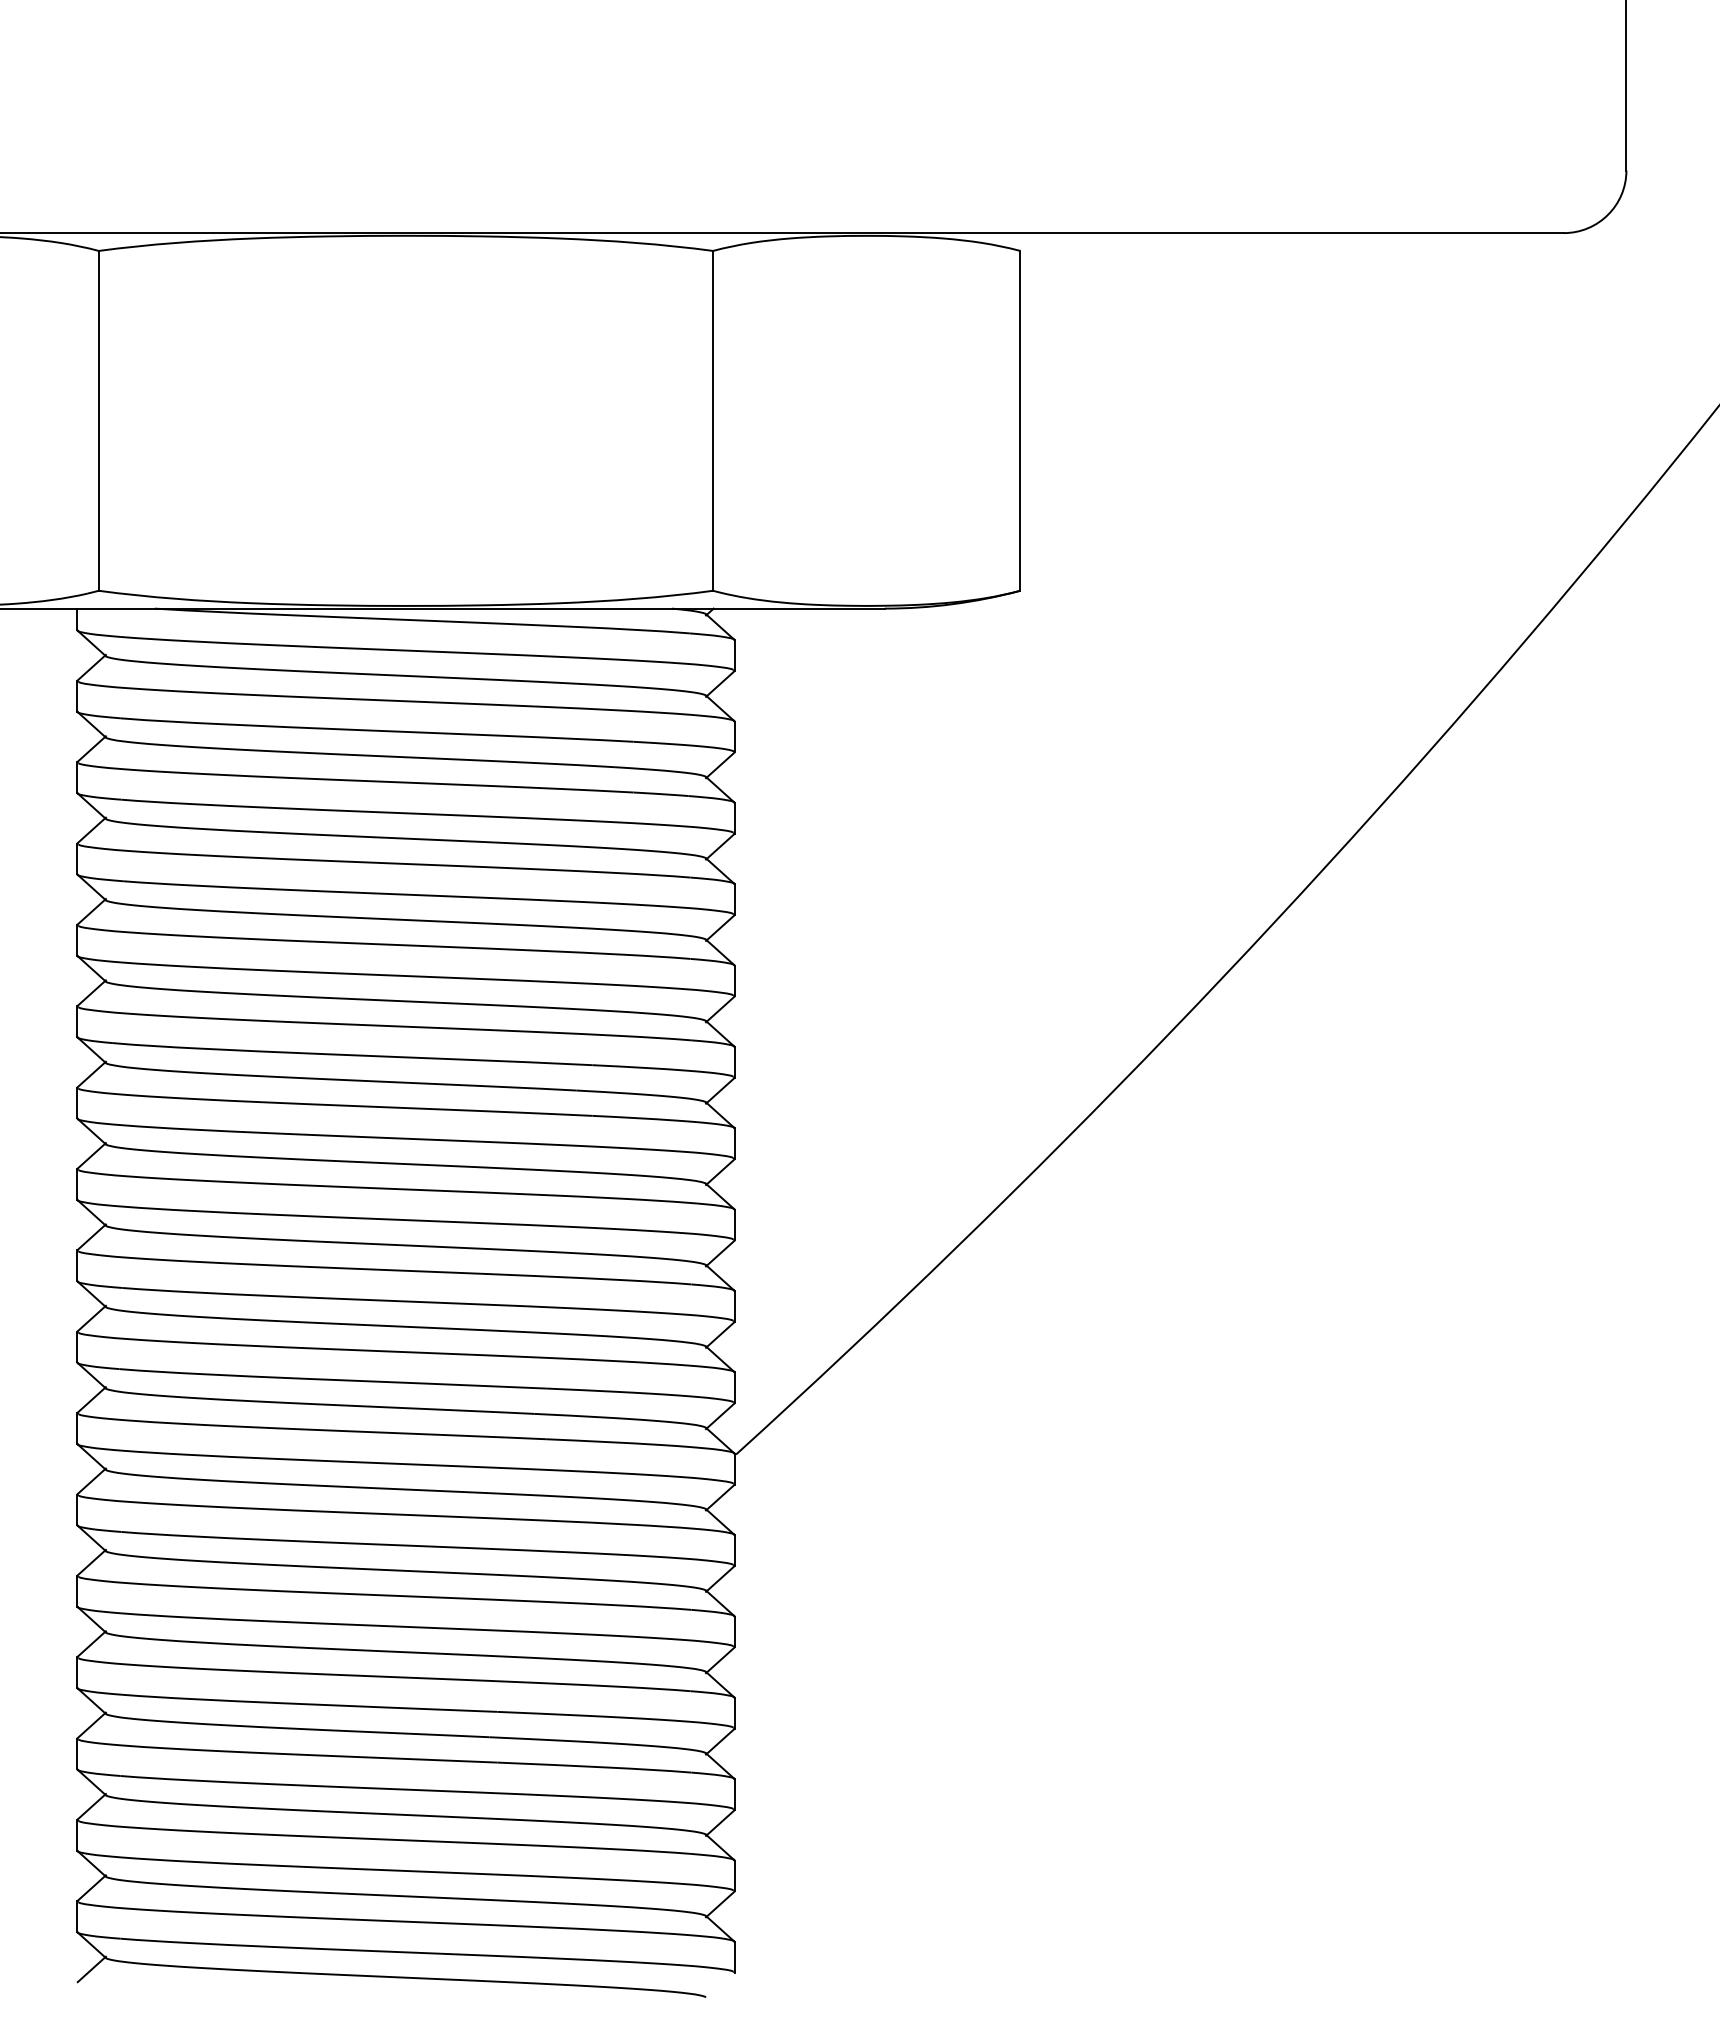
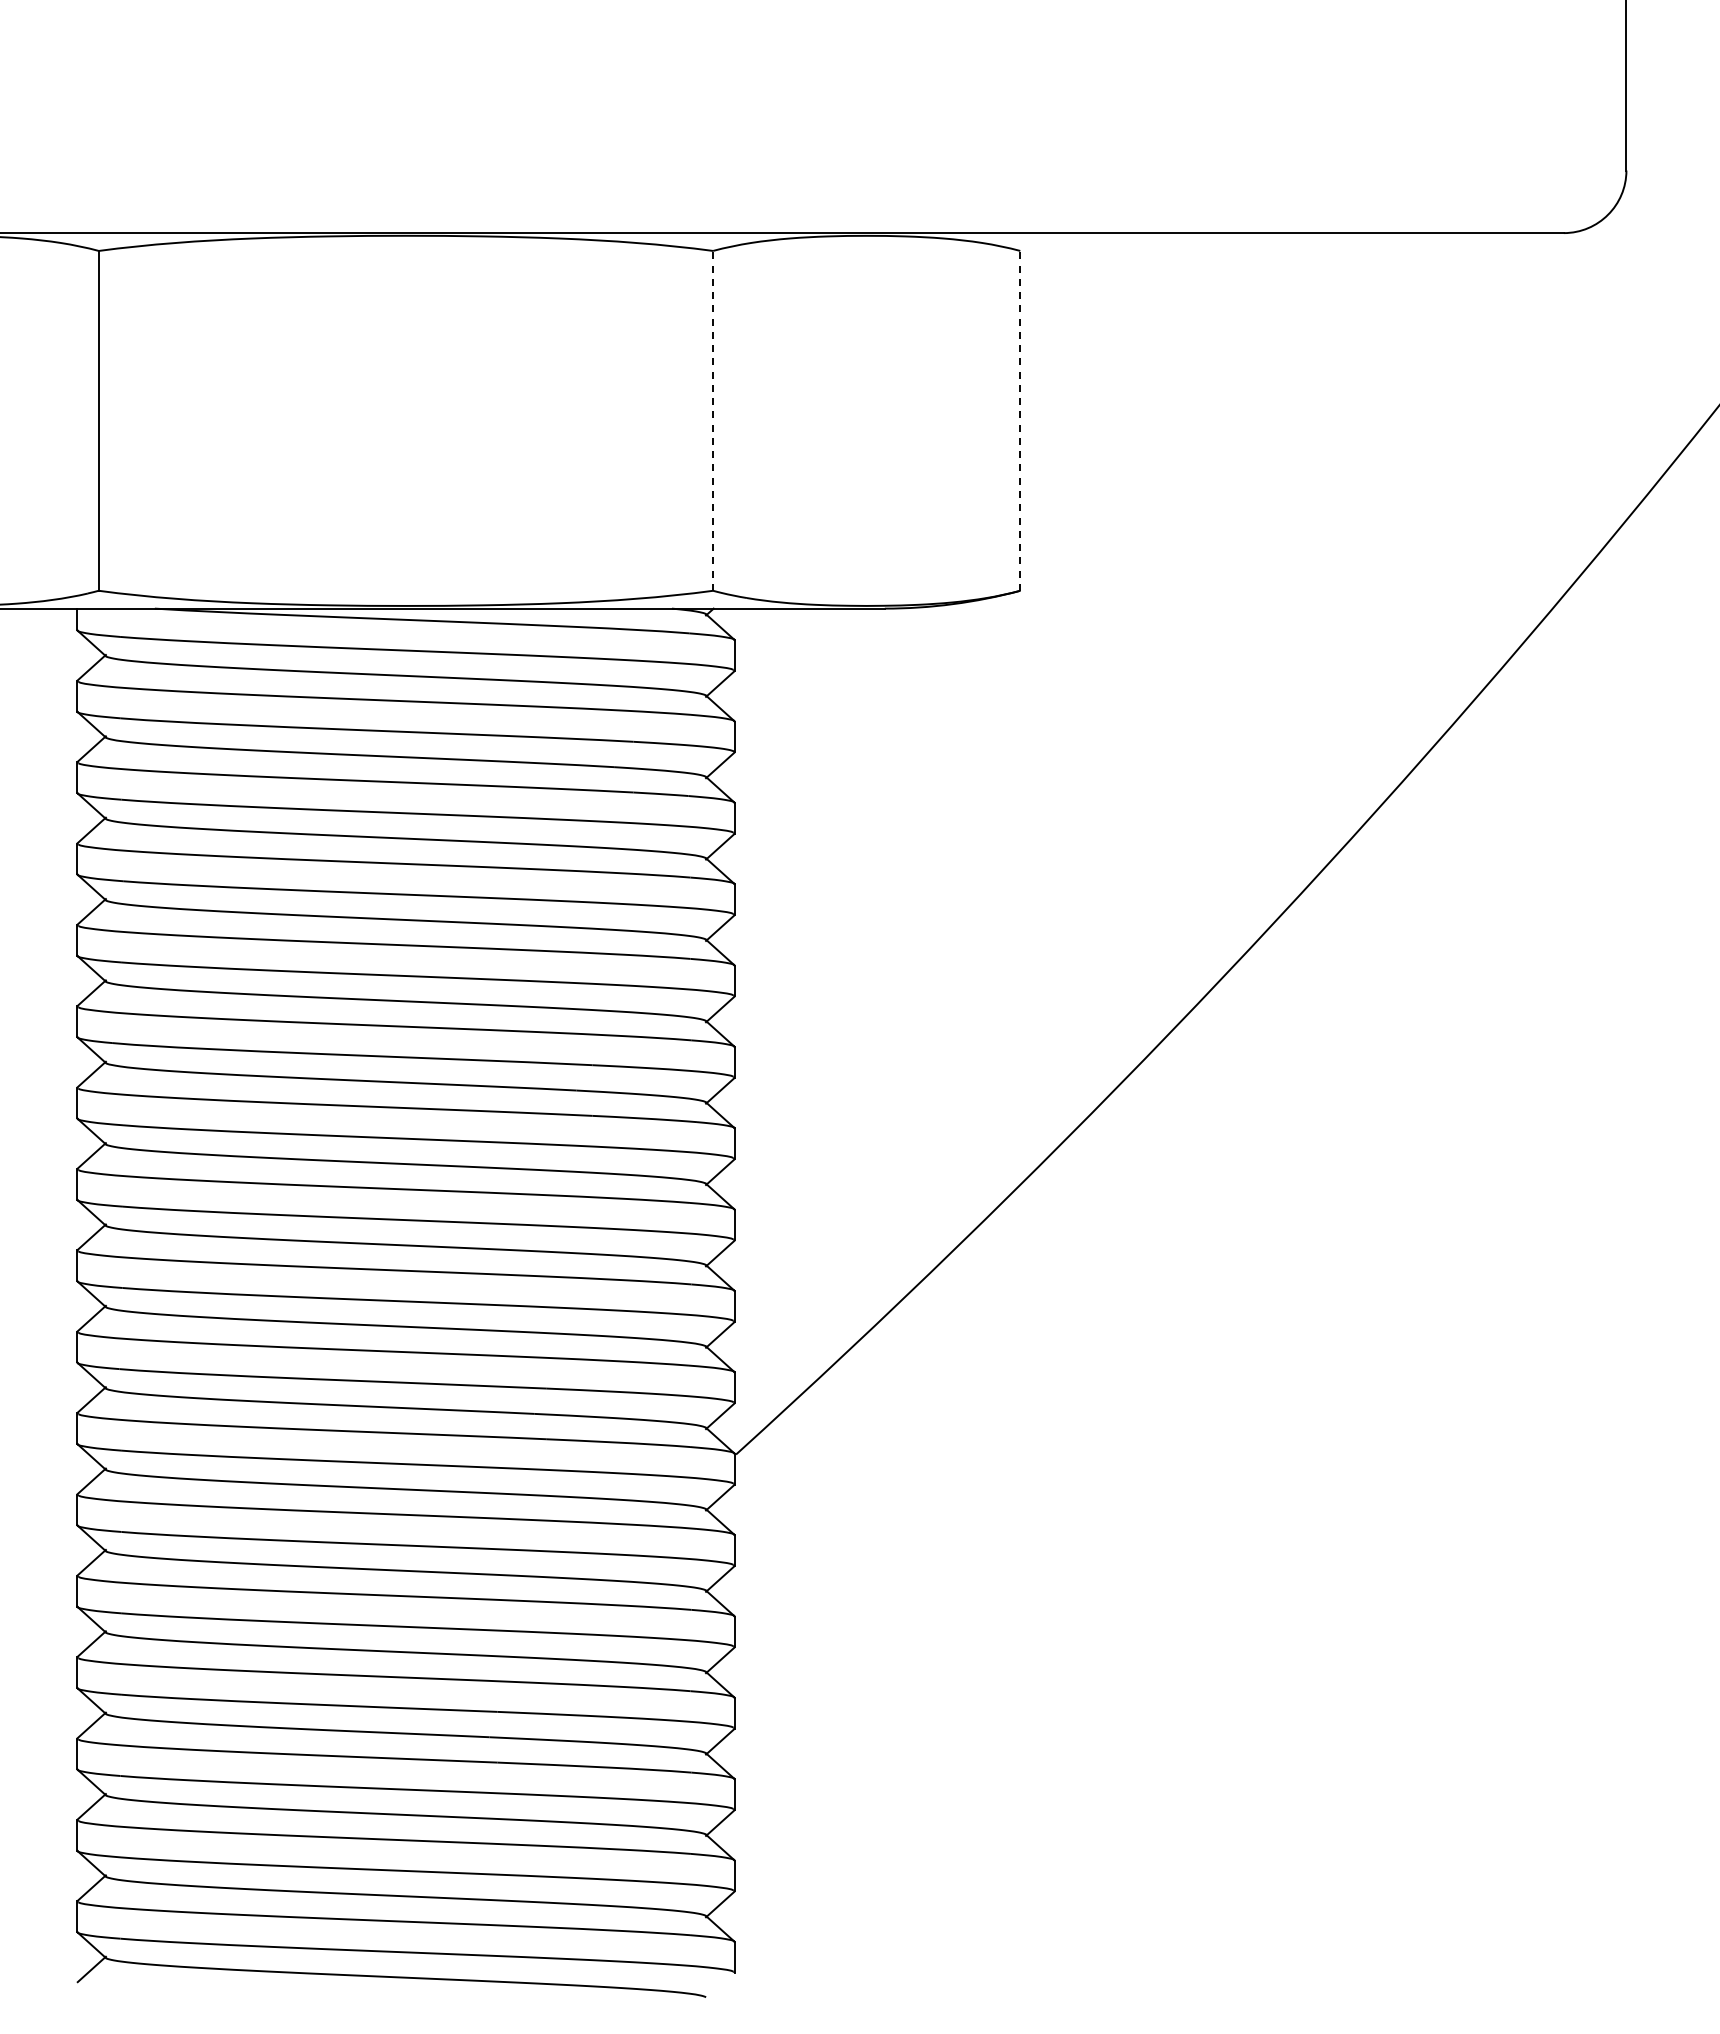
line at (713, 420): solid -> dashed
line at (1020, 420): solid -> dashed
